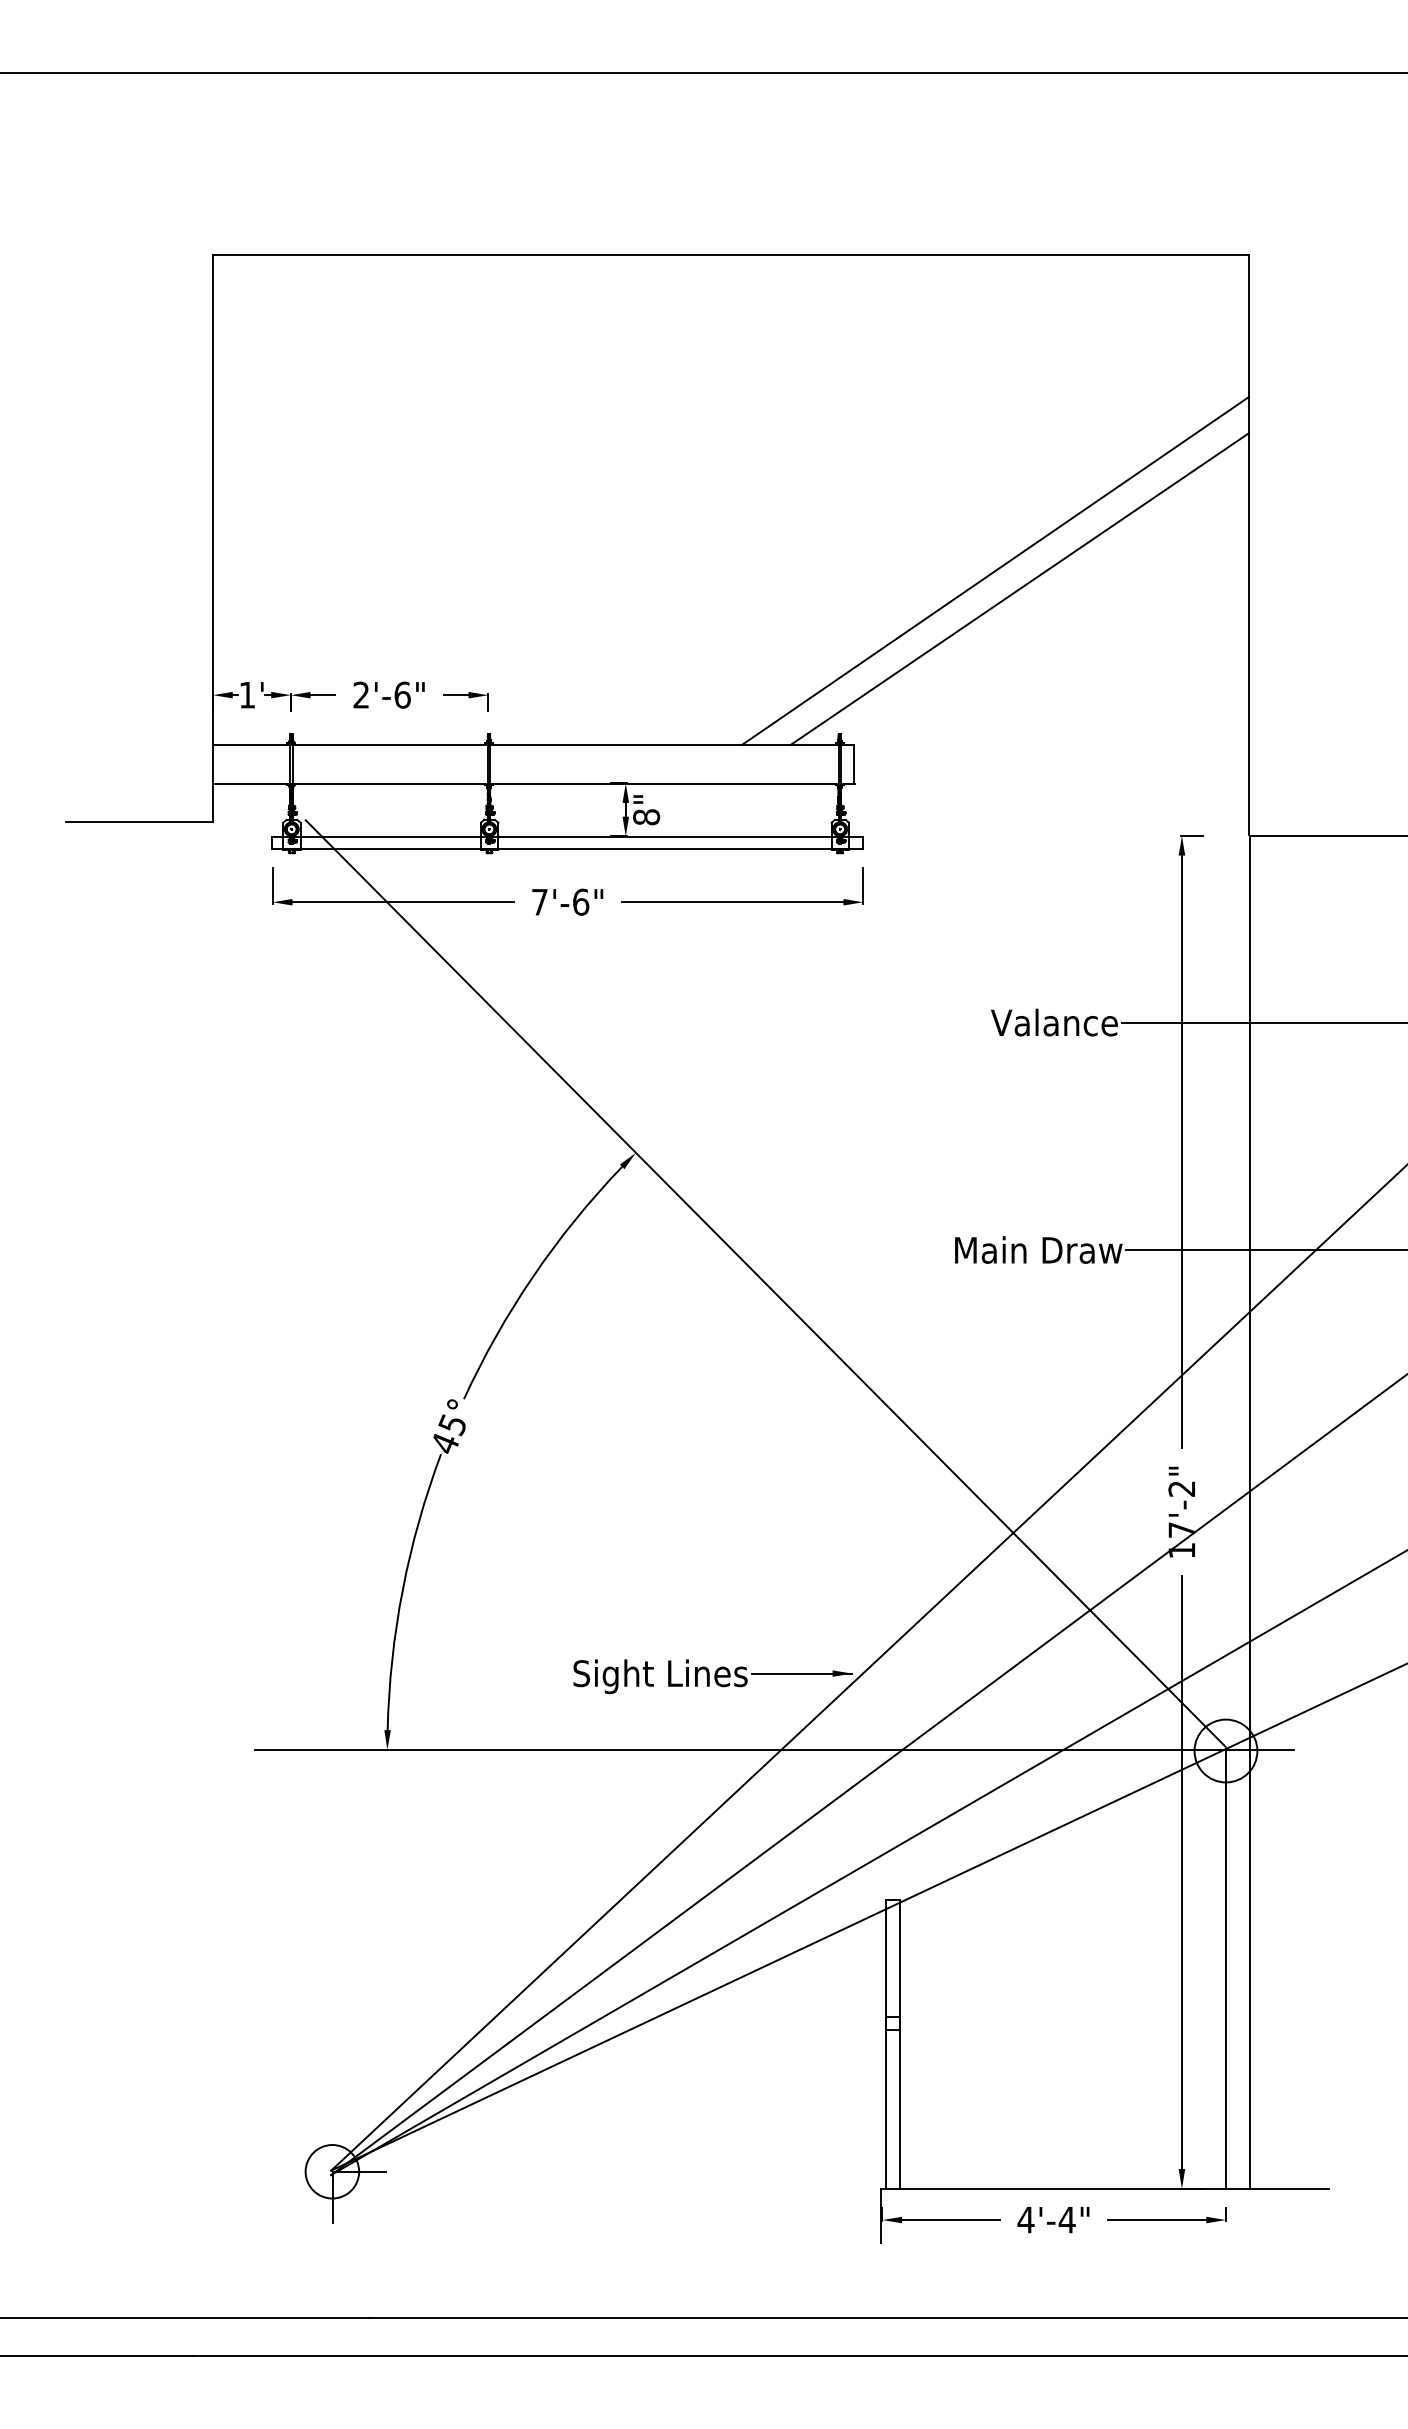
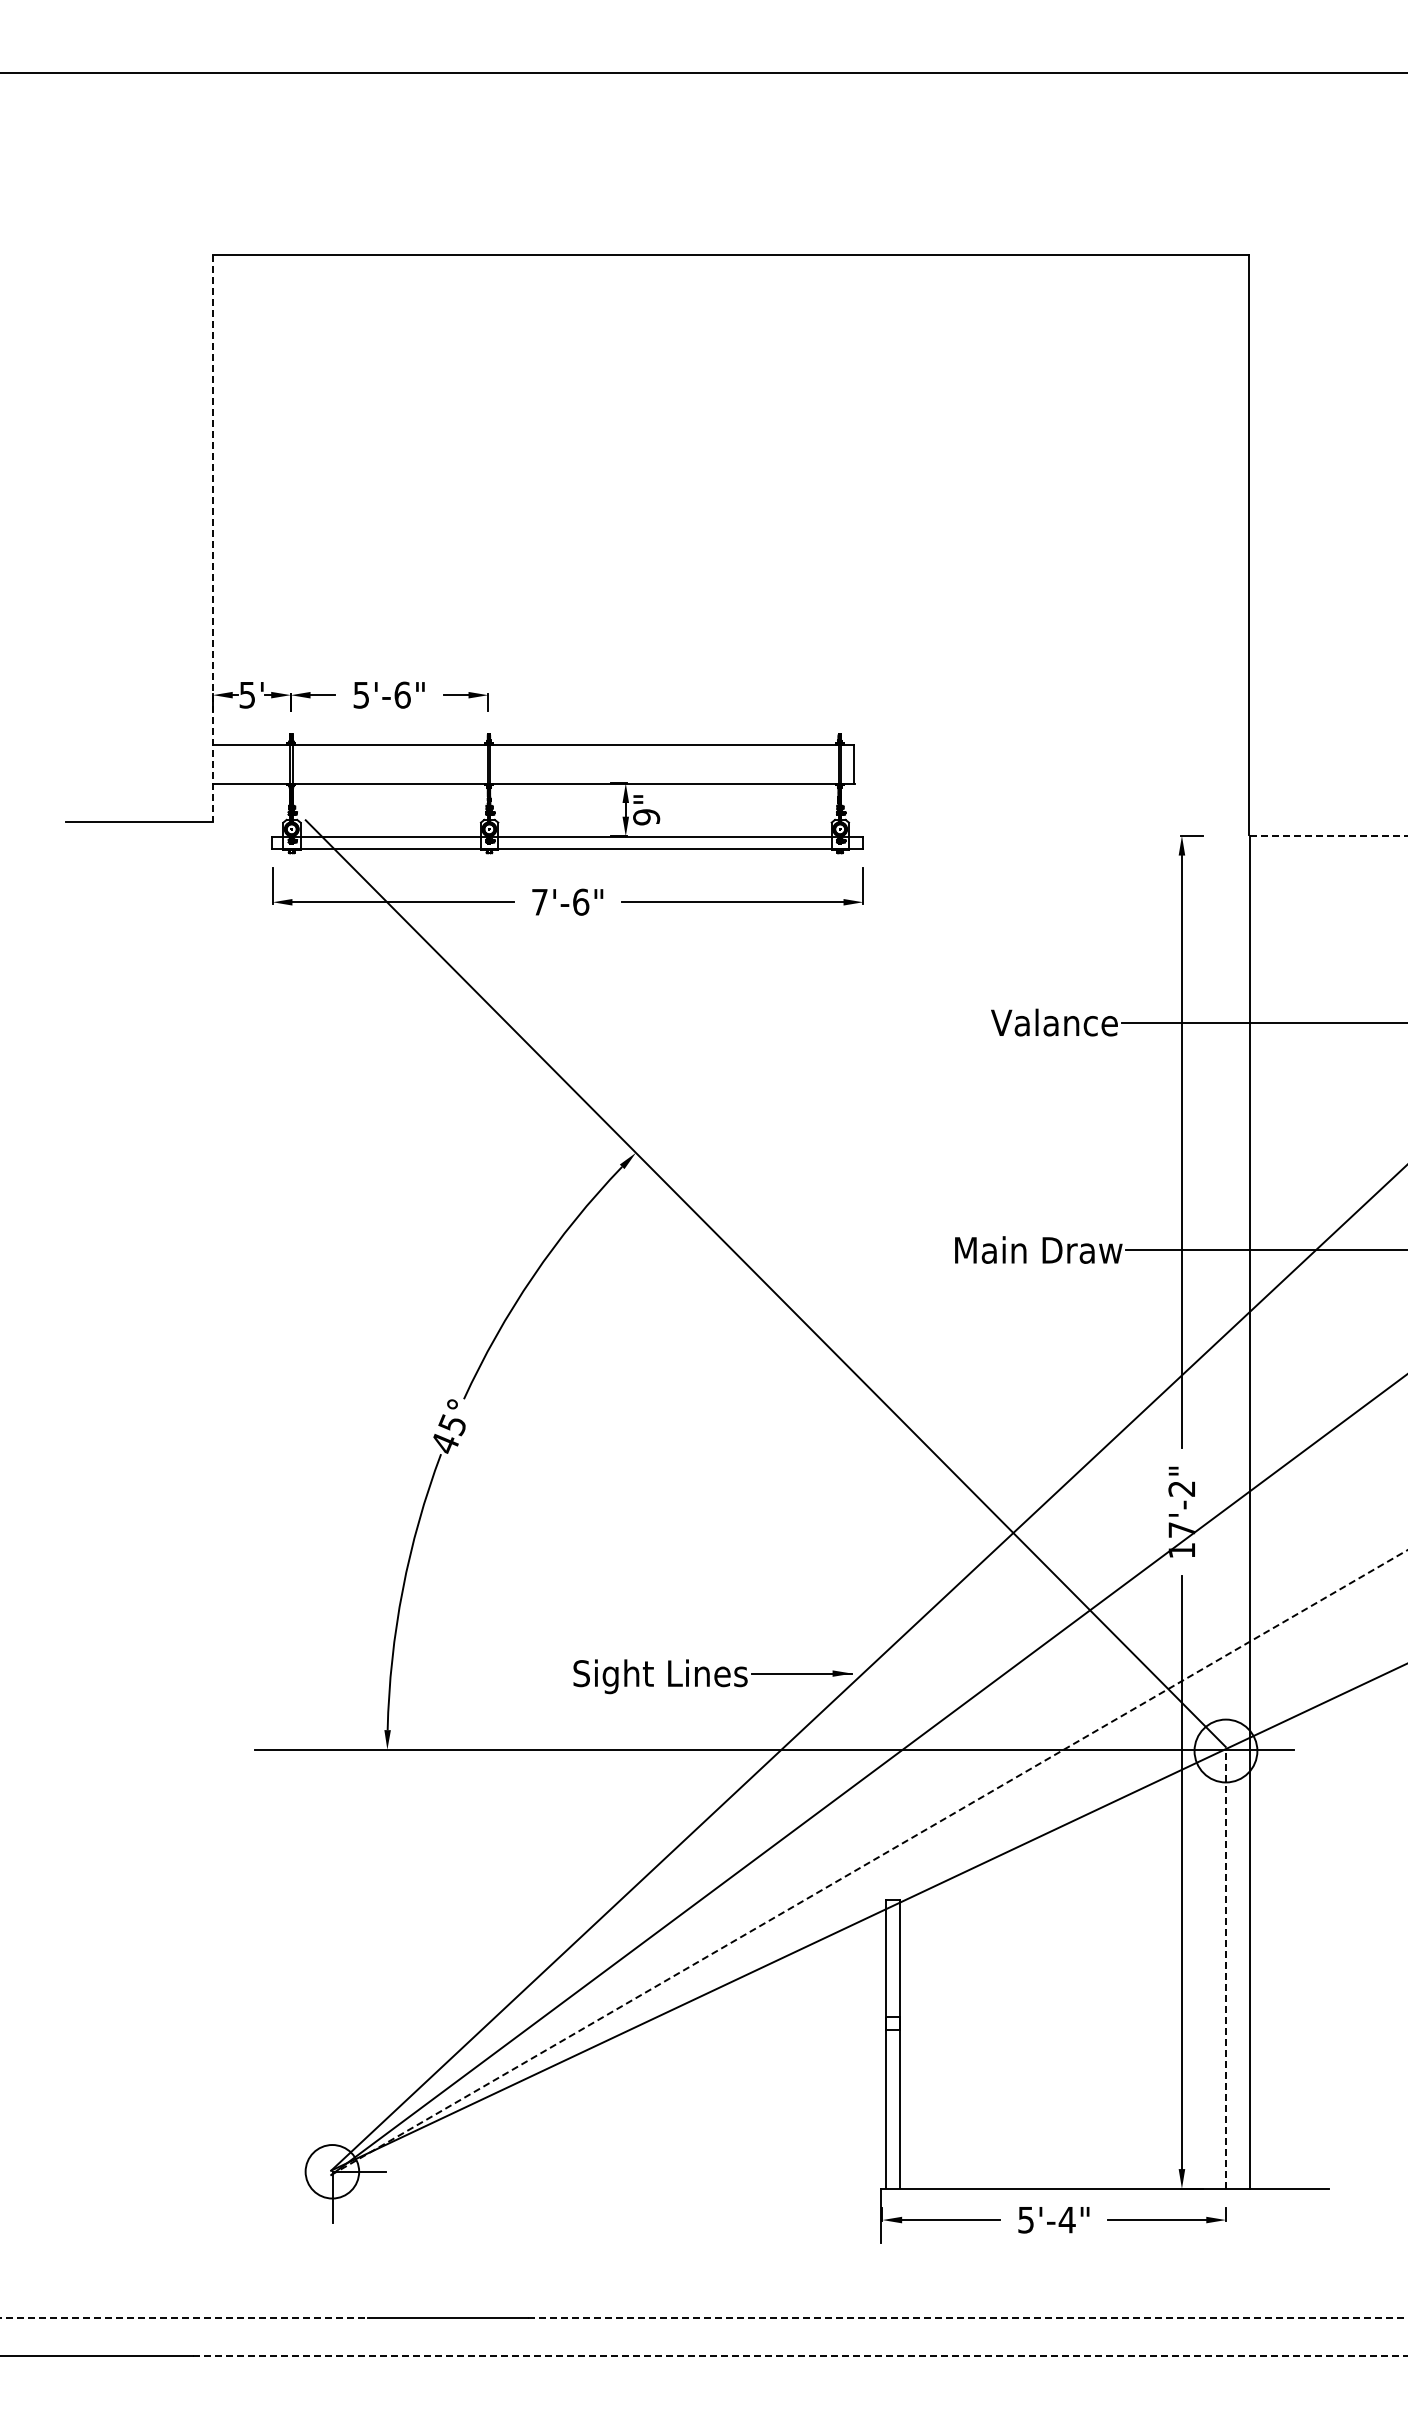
line at (213, 538): solid -> dashed
line at (995, 570): present -> none
line at (1019, 588): present -> none
text at (360, 694): 2'-6" -> 5'-6"
text at (246, 695): 1' -> 5'
text at (646, 817): 8" -> 9"
line at (1328, 836): solid -> dashed
line at (869, 1862): solid -> dashed
line at (1225, 1968): solid -> dashed
text at (1025, 2220): 4'-4" -> 5'-4"
line at (184, 2318): solid -> dashed
line at (968, 2318): solid -> dashed
line at (800, 2356): solid -> dashed
